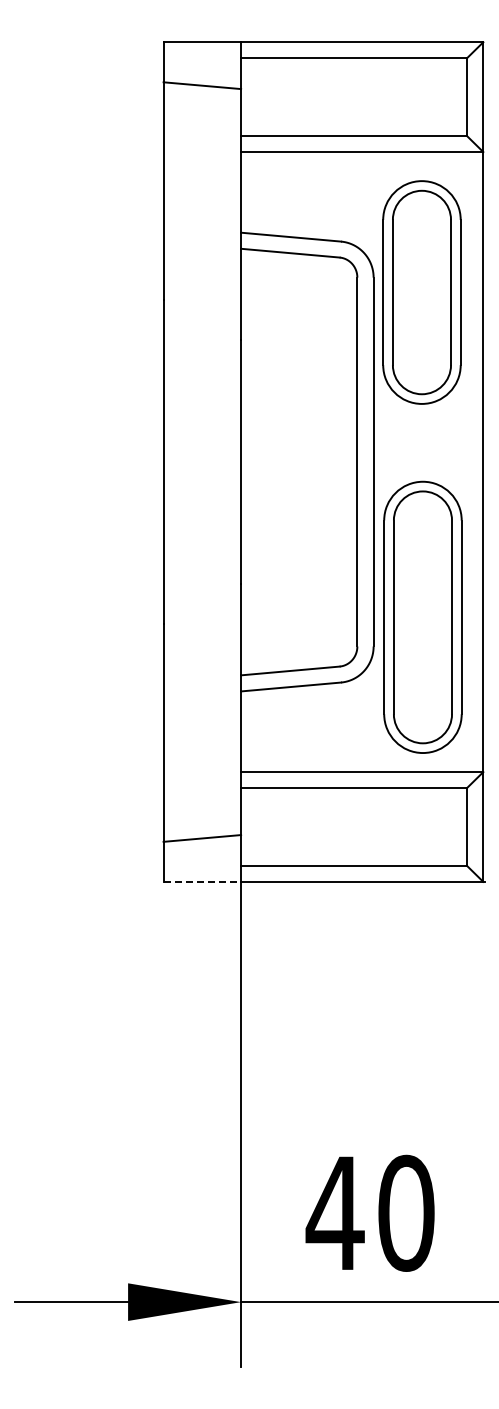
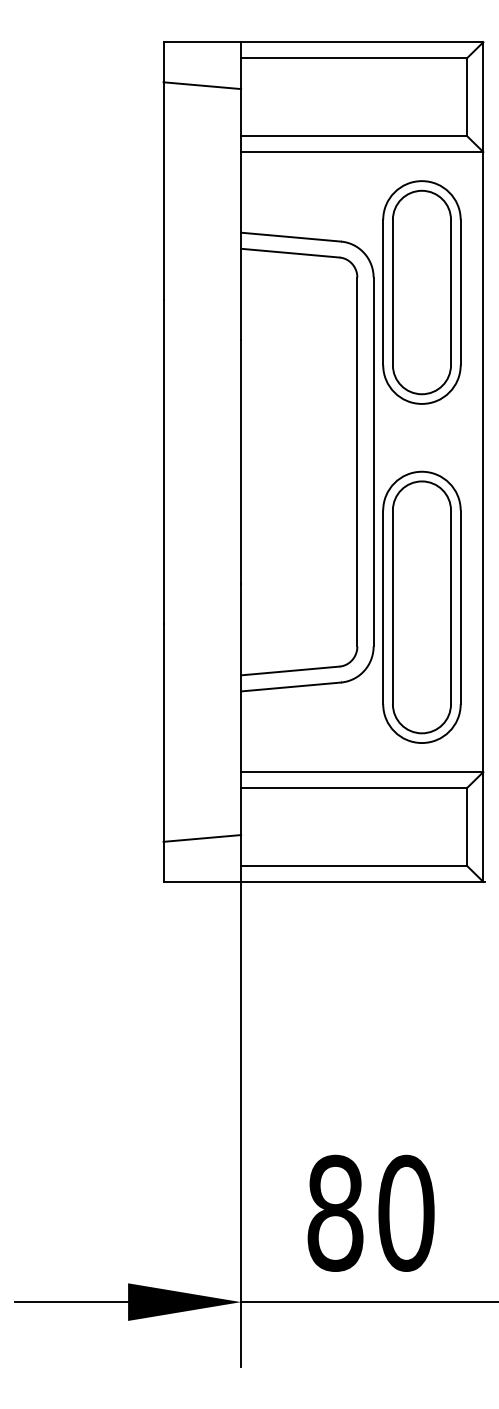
part at (422, 616) position: (422, 616) -> (421, 606)
line at (202, 881): dashed -> solid
text at (334, 1212): 40 -> 80
